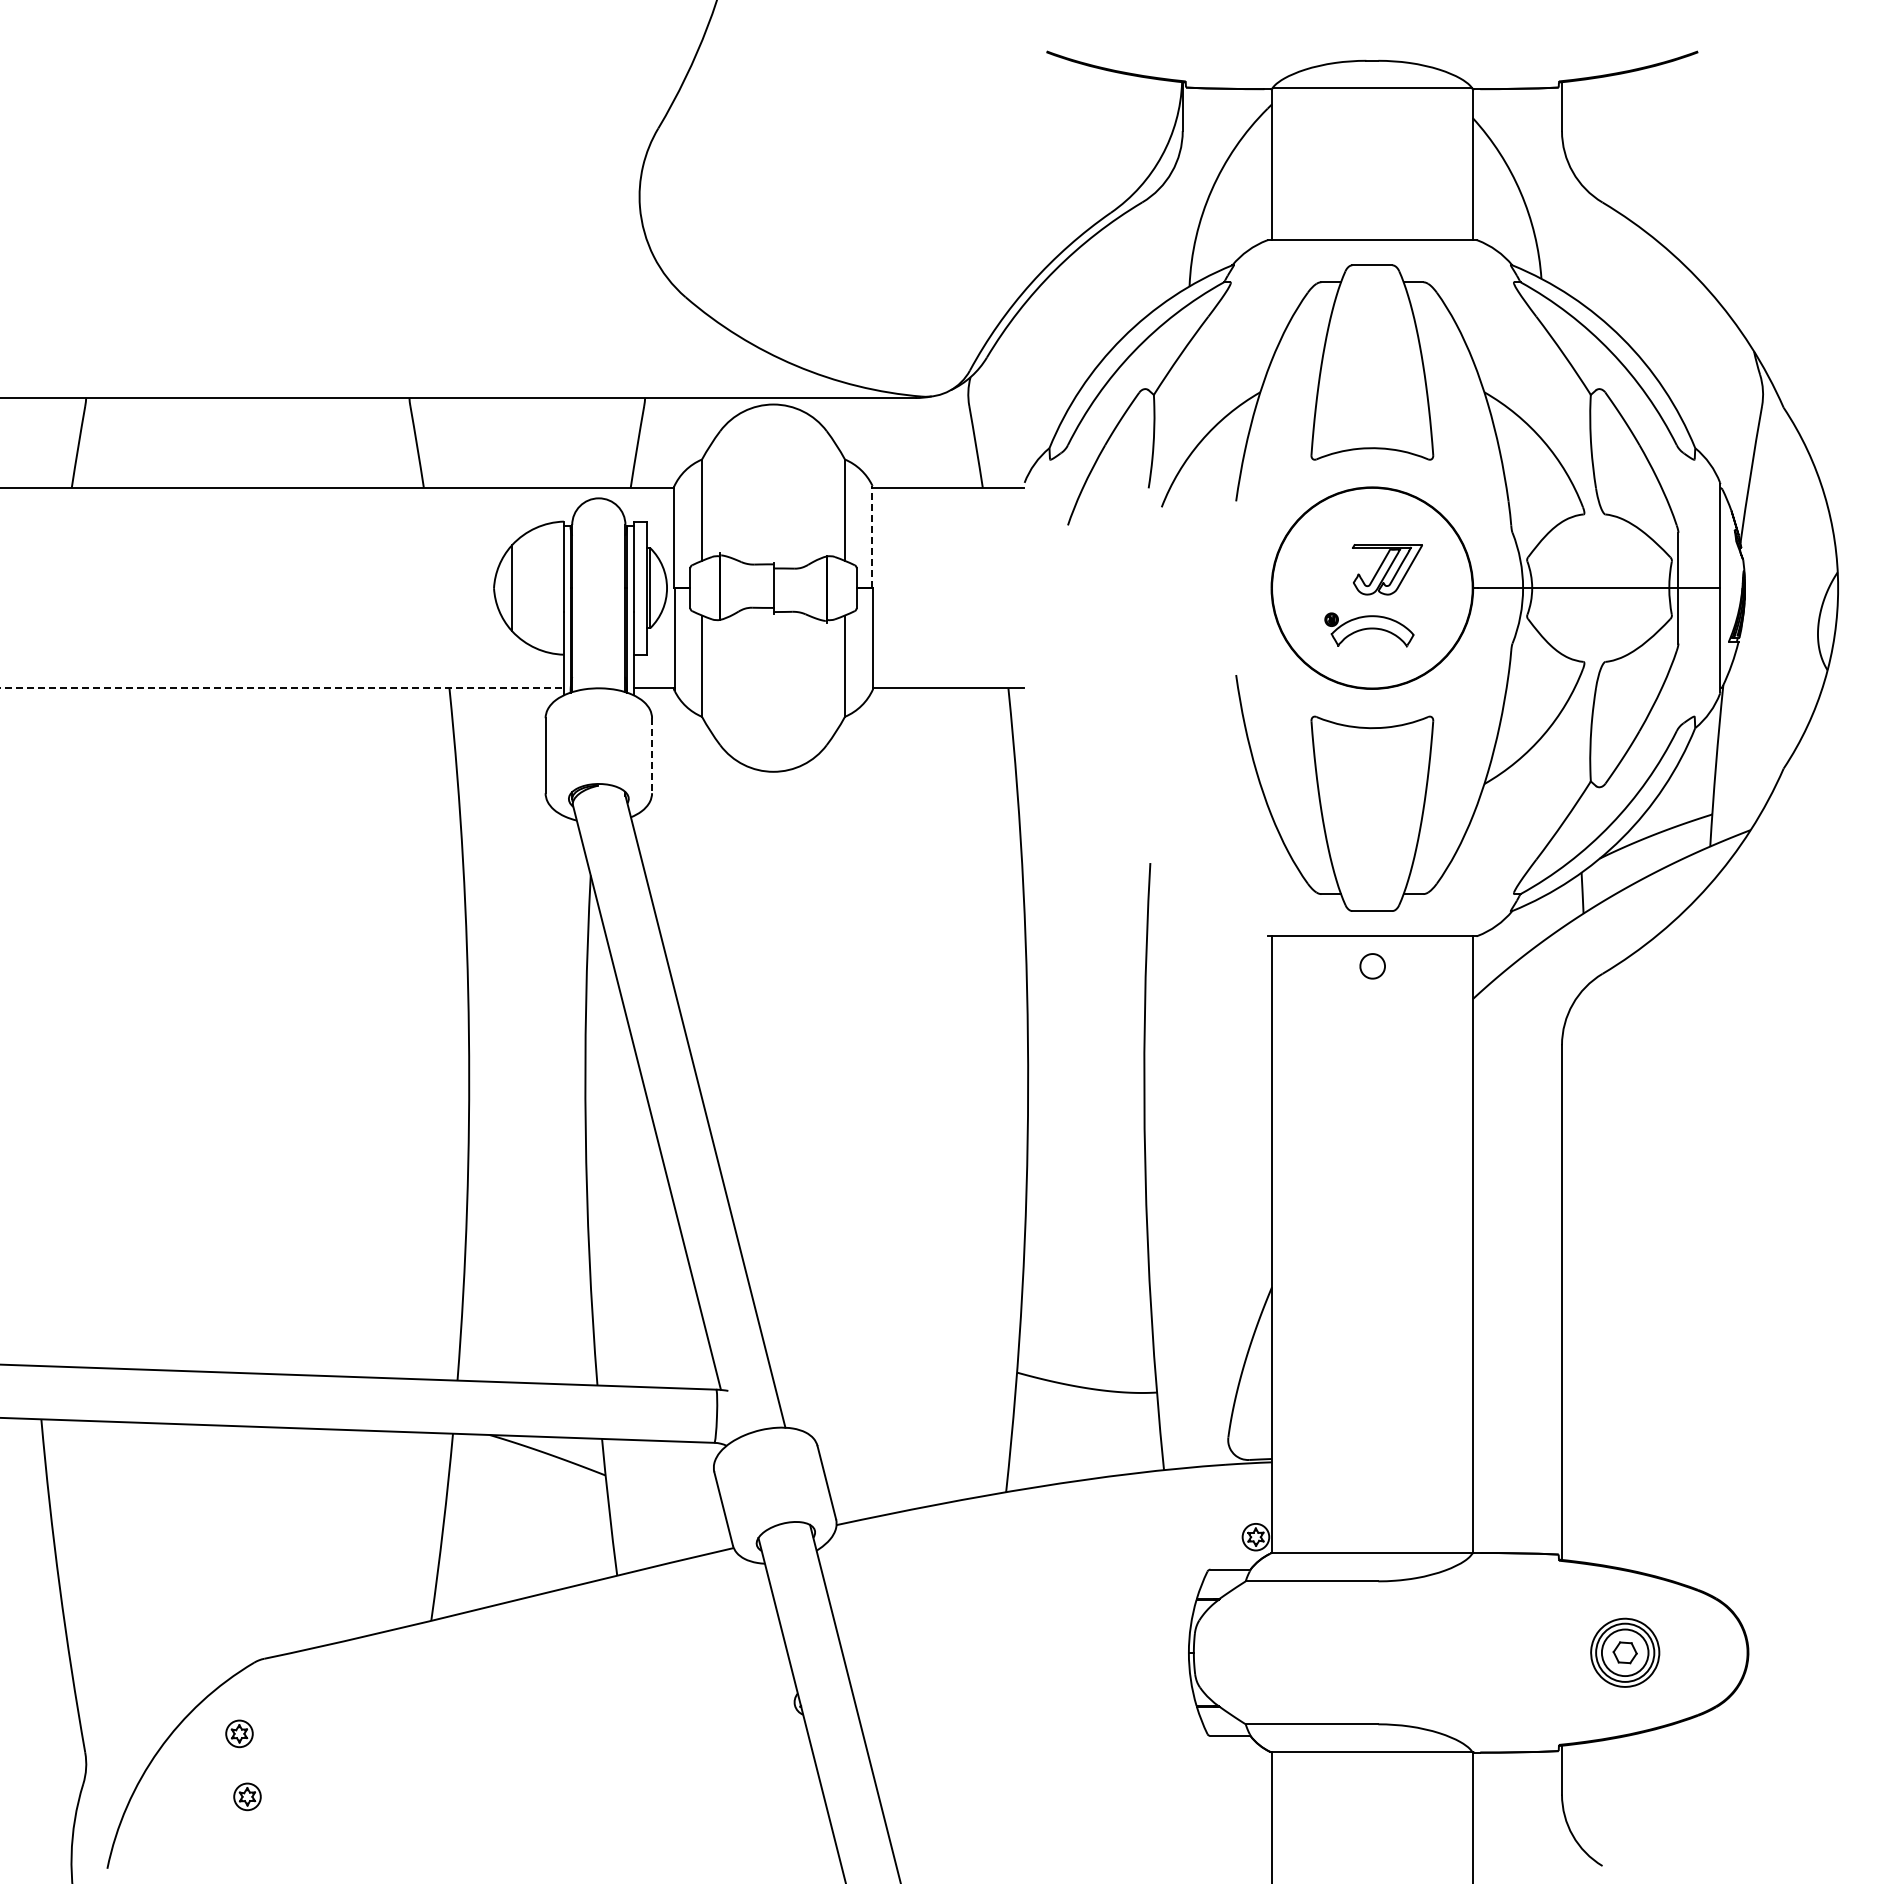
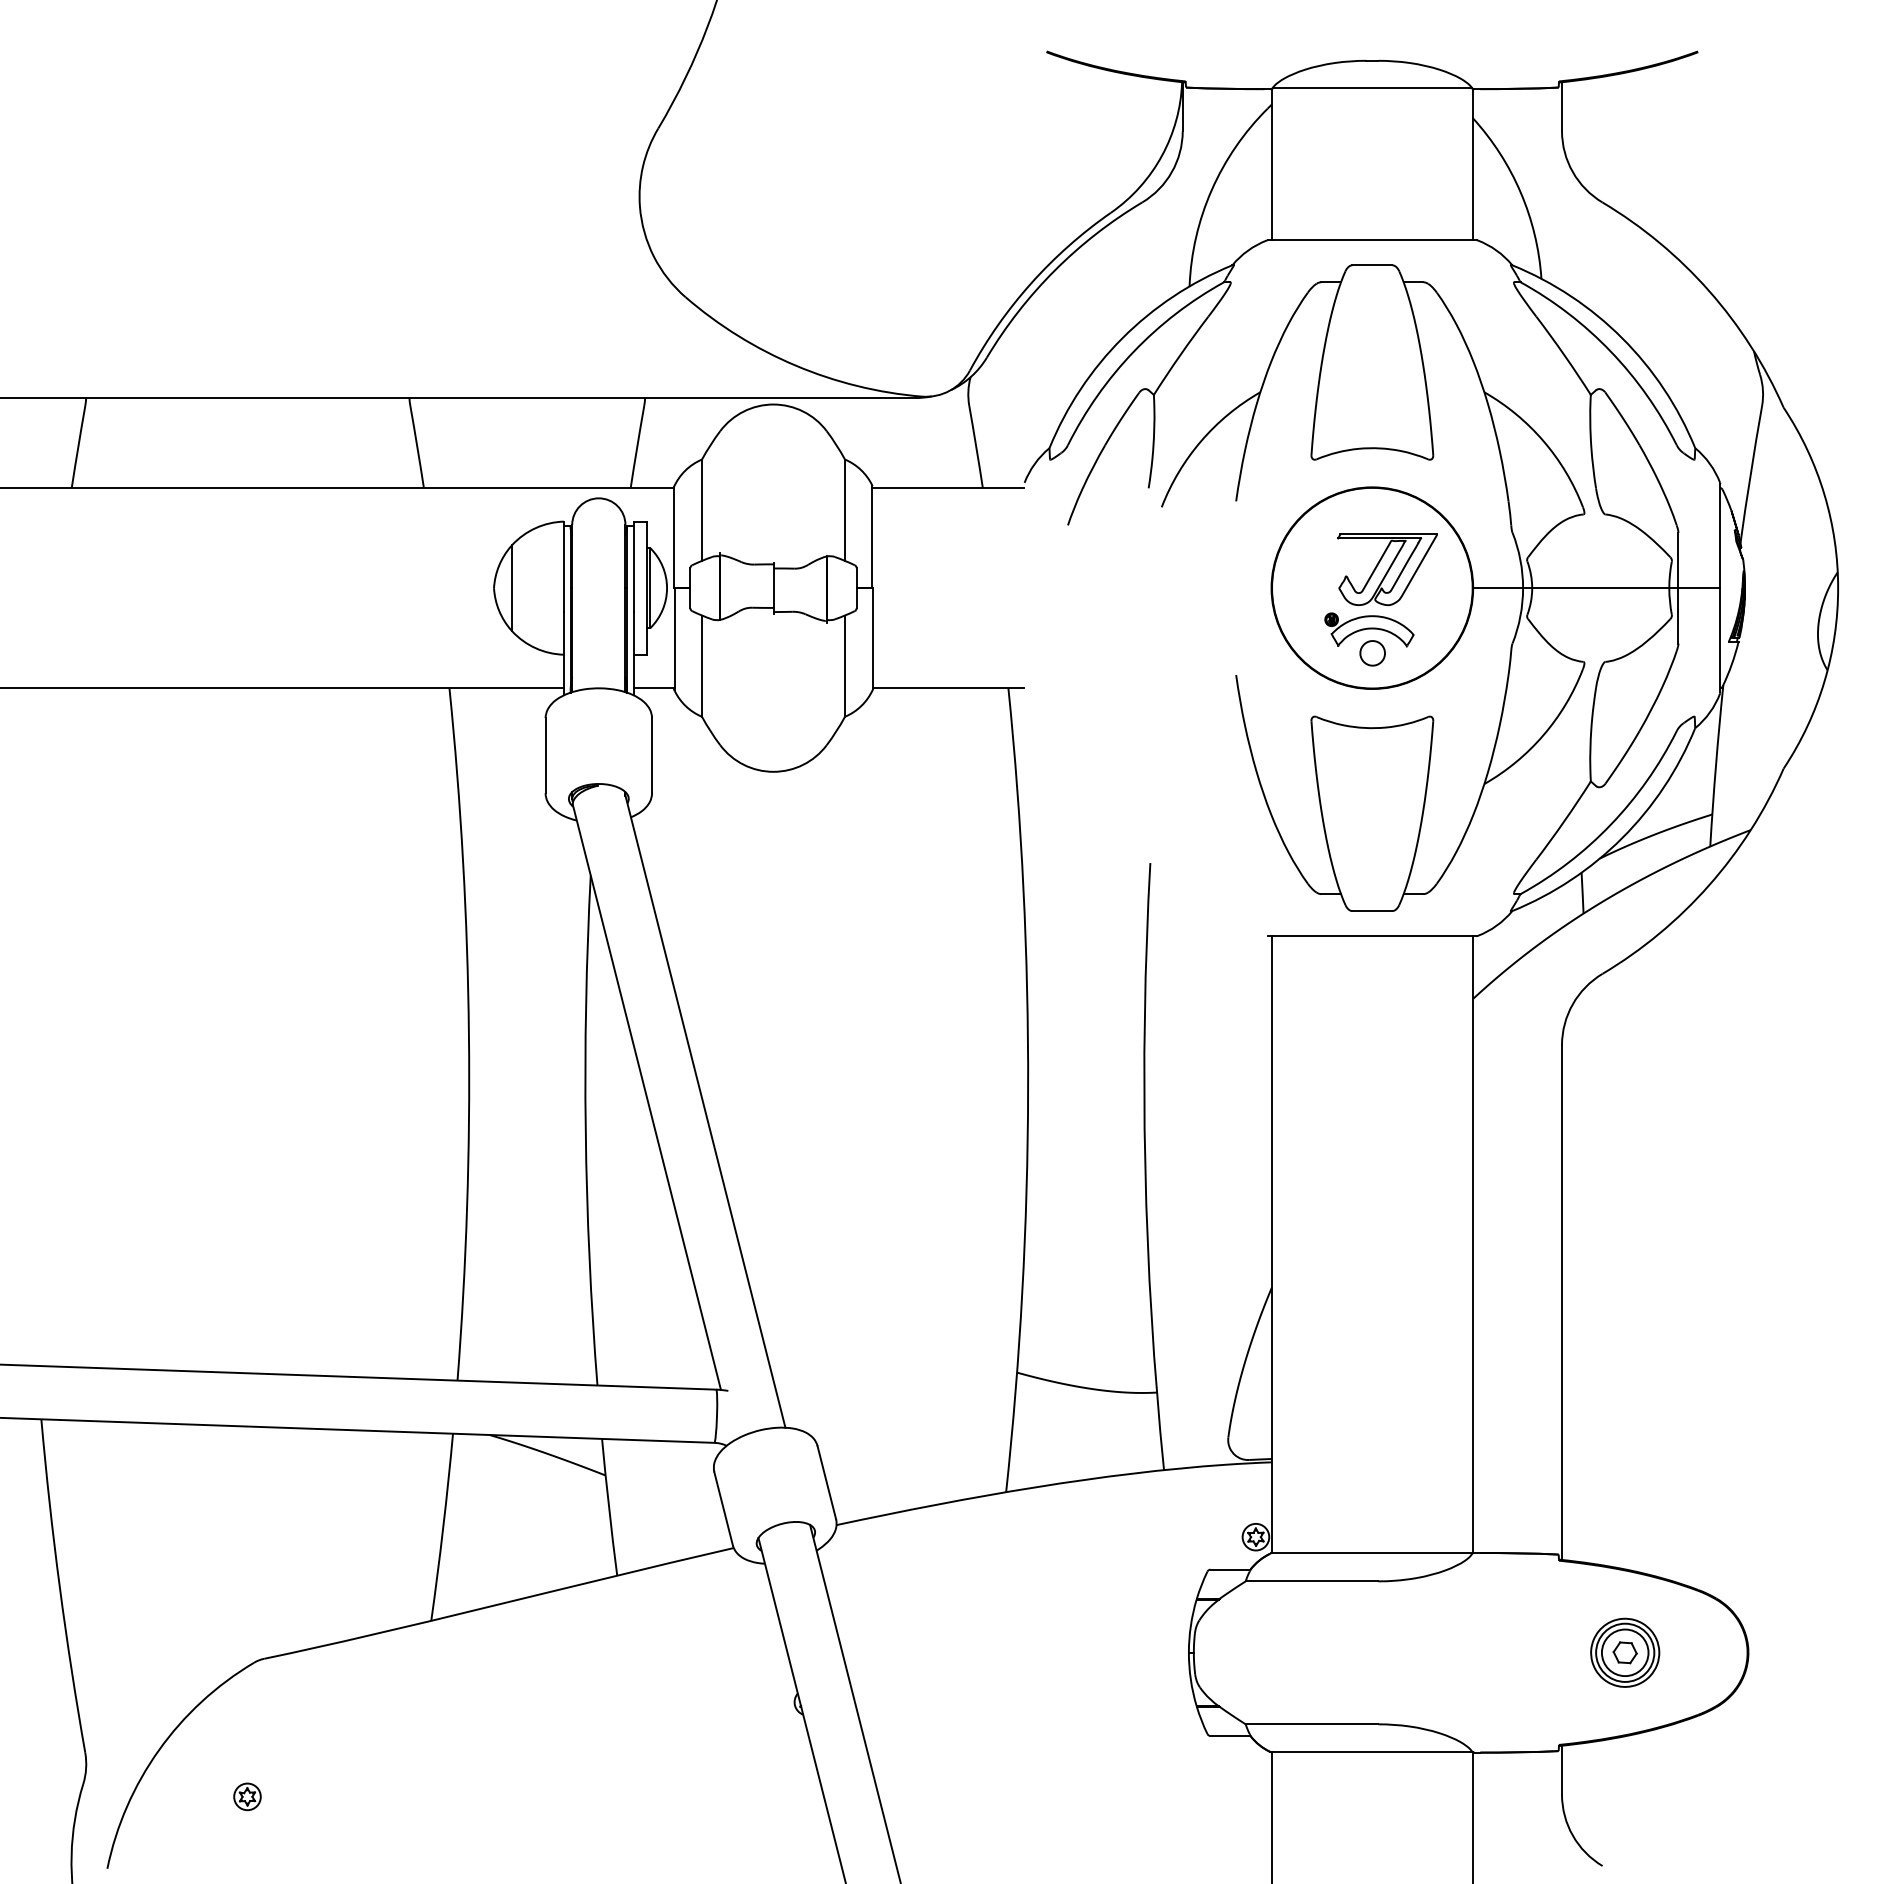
line at (872, 536): dashed -> solid
part at (1387, 569) size: 71x52 px -> 101x74 px
line at (282, 688): dashed -> solid
line at (652, 756): dashed -> solid
part at (1372, 966) position: (1372, 966) -> (1372, 653)
part at (239, 1733): present -> none
